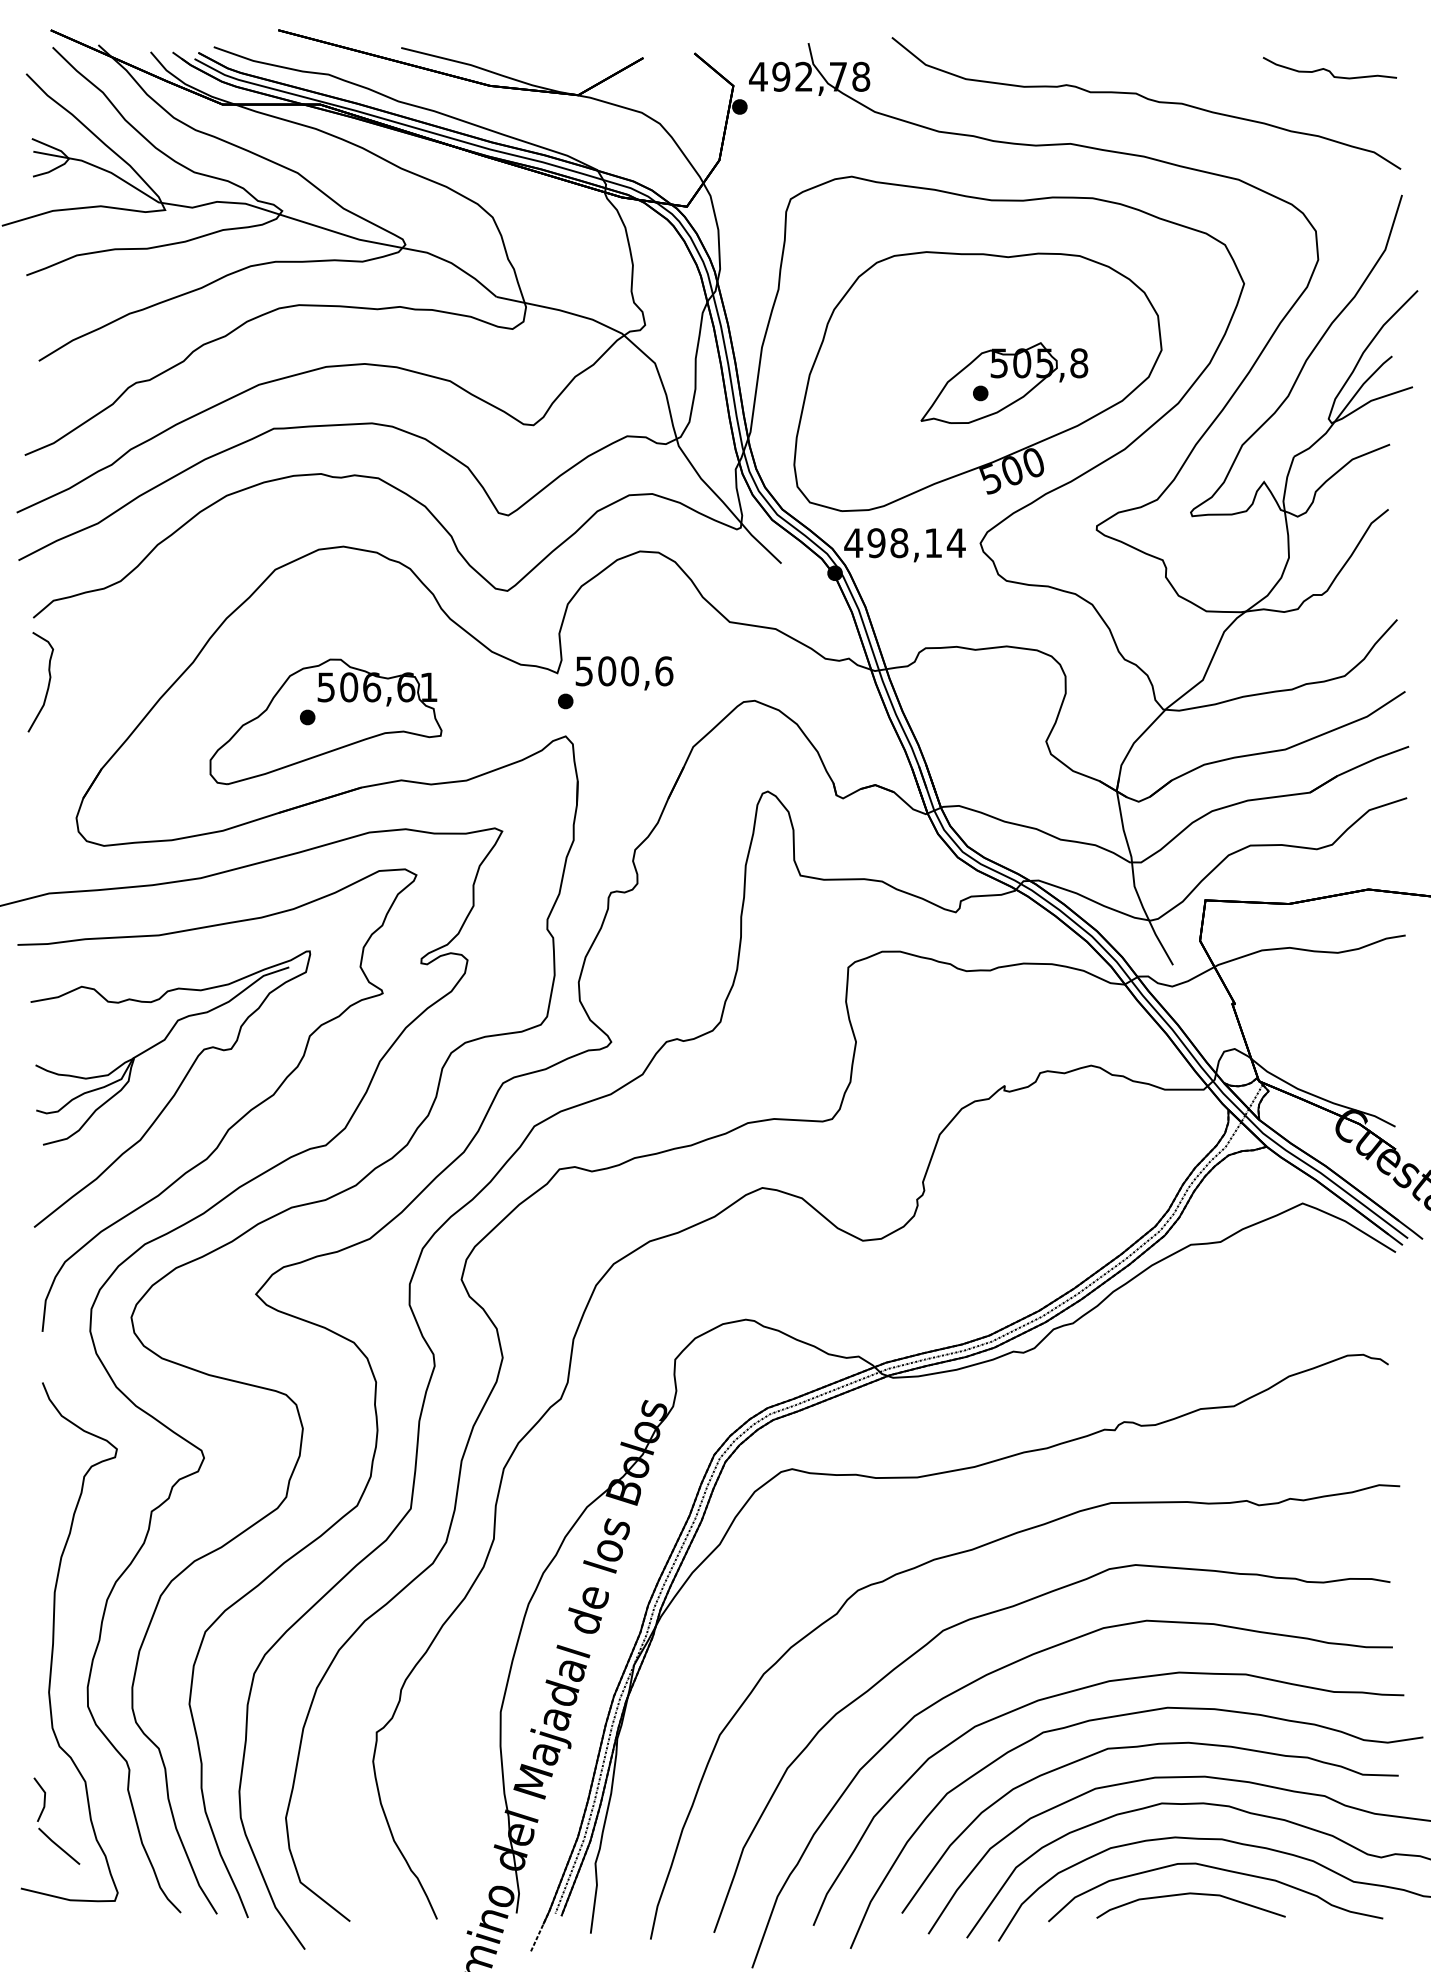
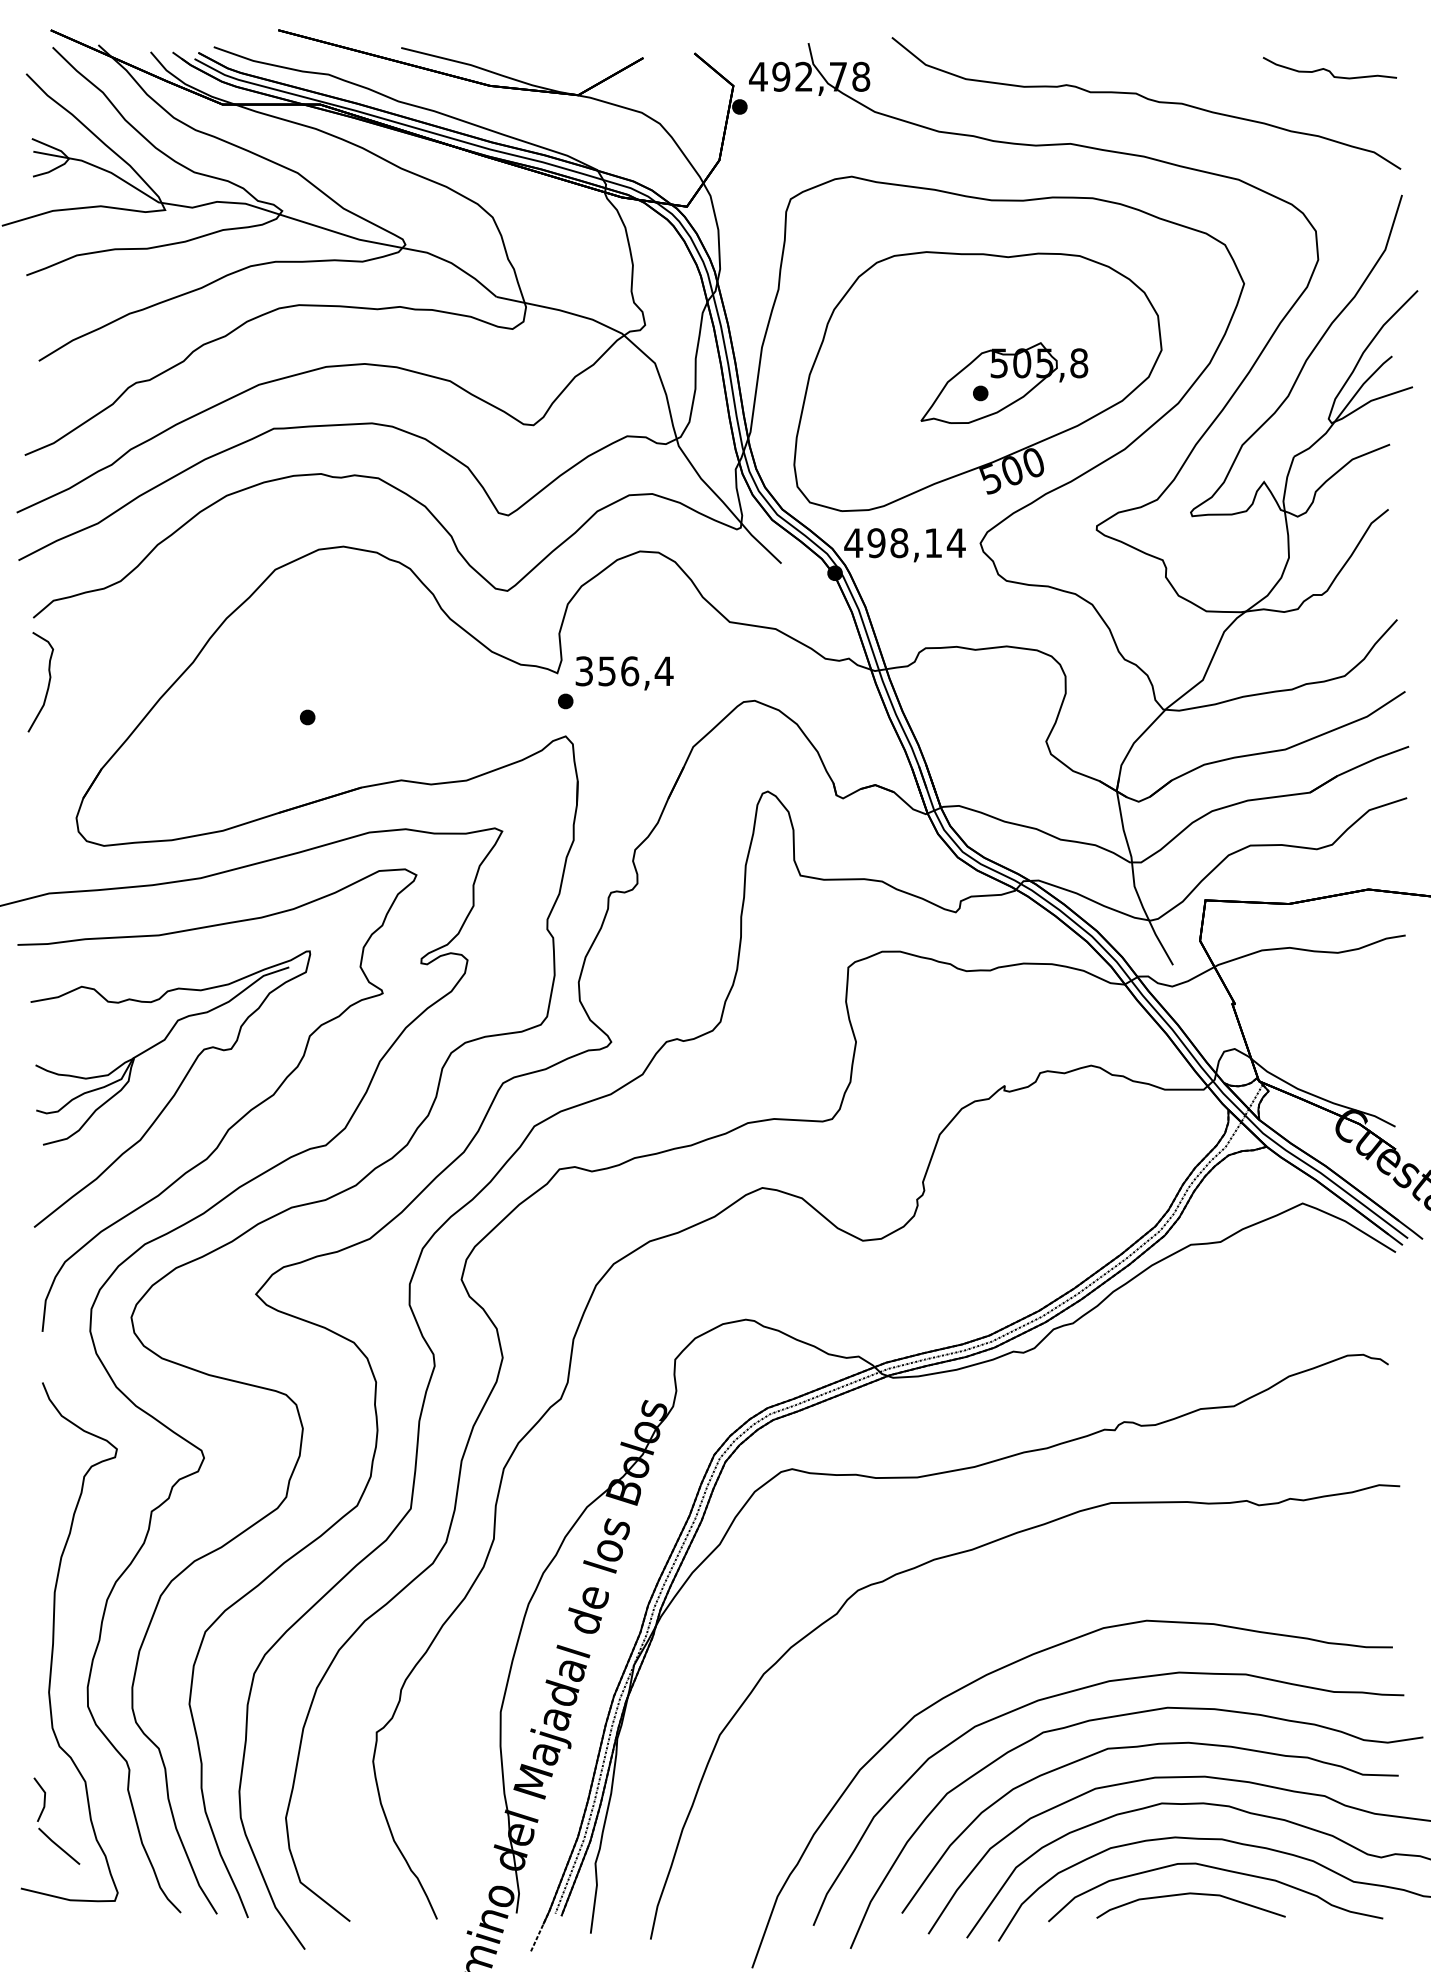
text at (624, 671): 500,6 -> 356,4
part at (325, 721): present -> none
curve at (1013, 1607): present -> none
